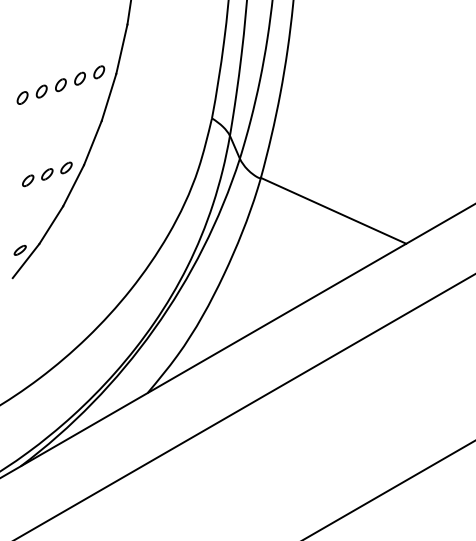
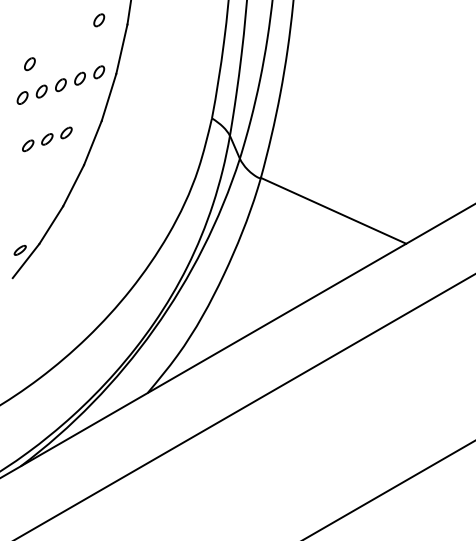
part at (99, 20): none -> present
part at (29, 64): none -> present
part at (47, 174) position: (47, 174) -> (47, 139)
